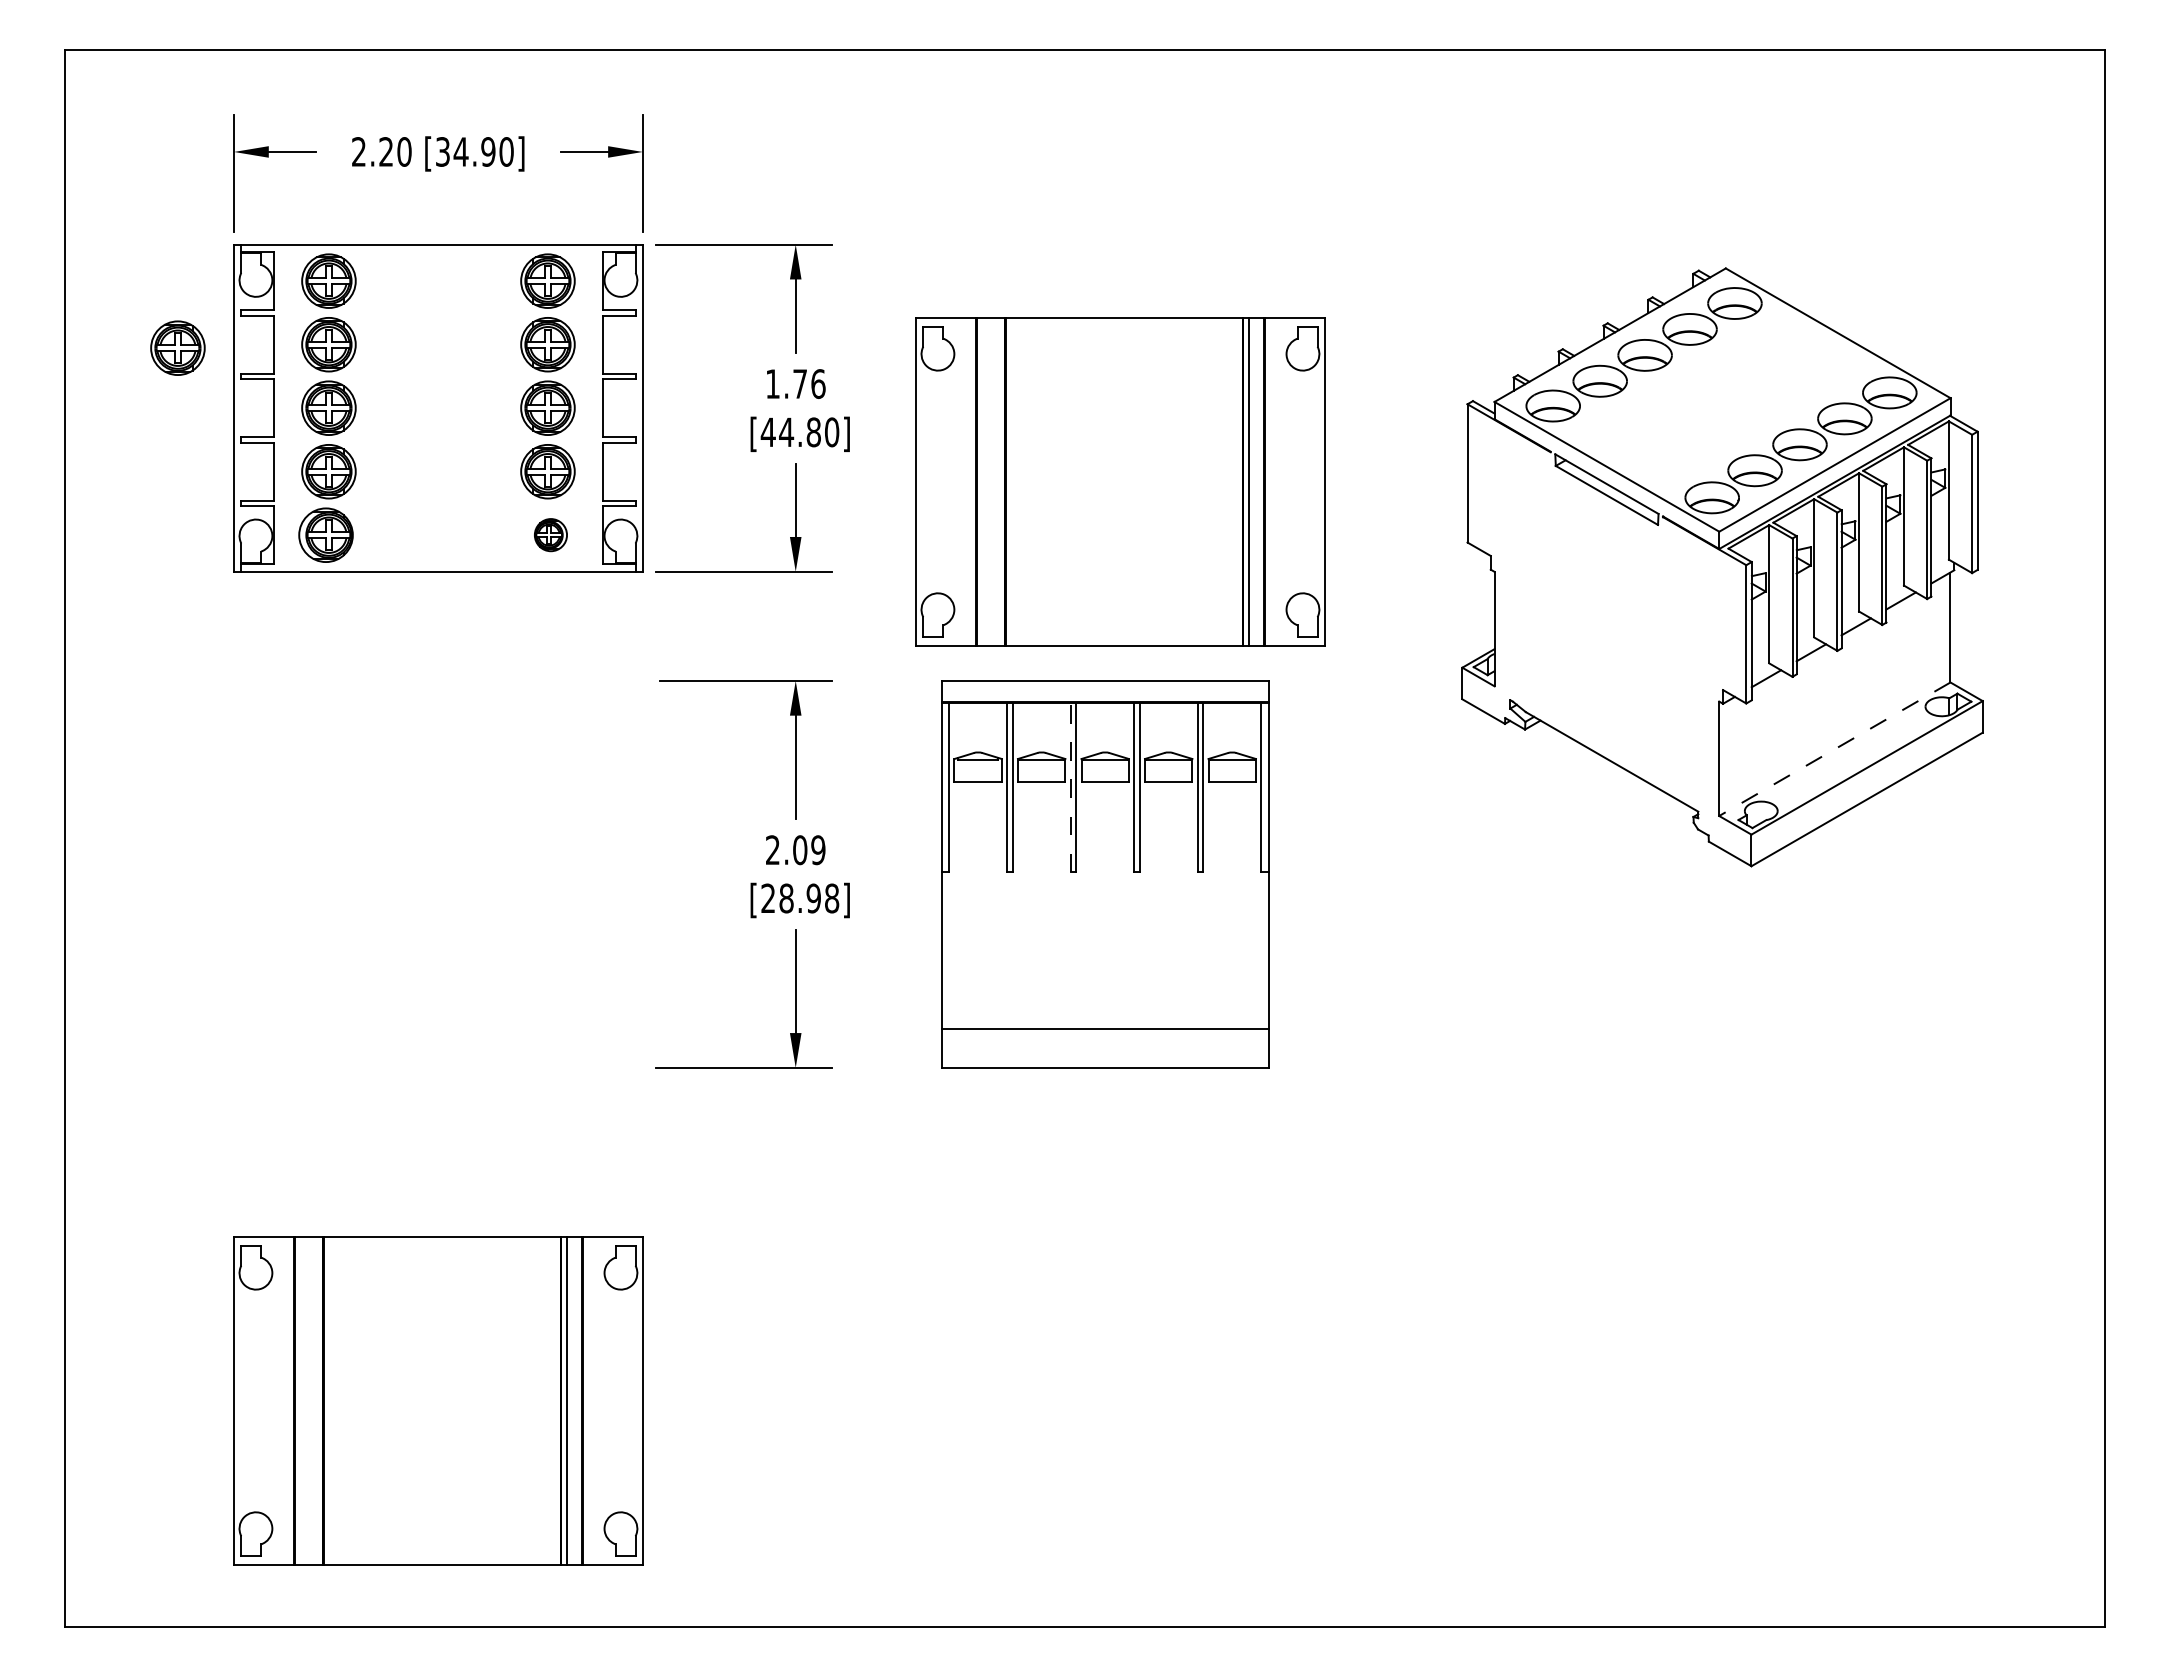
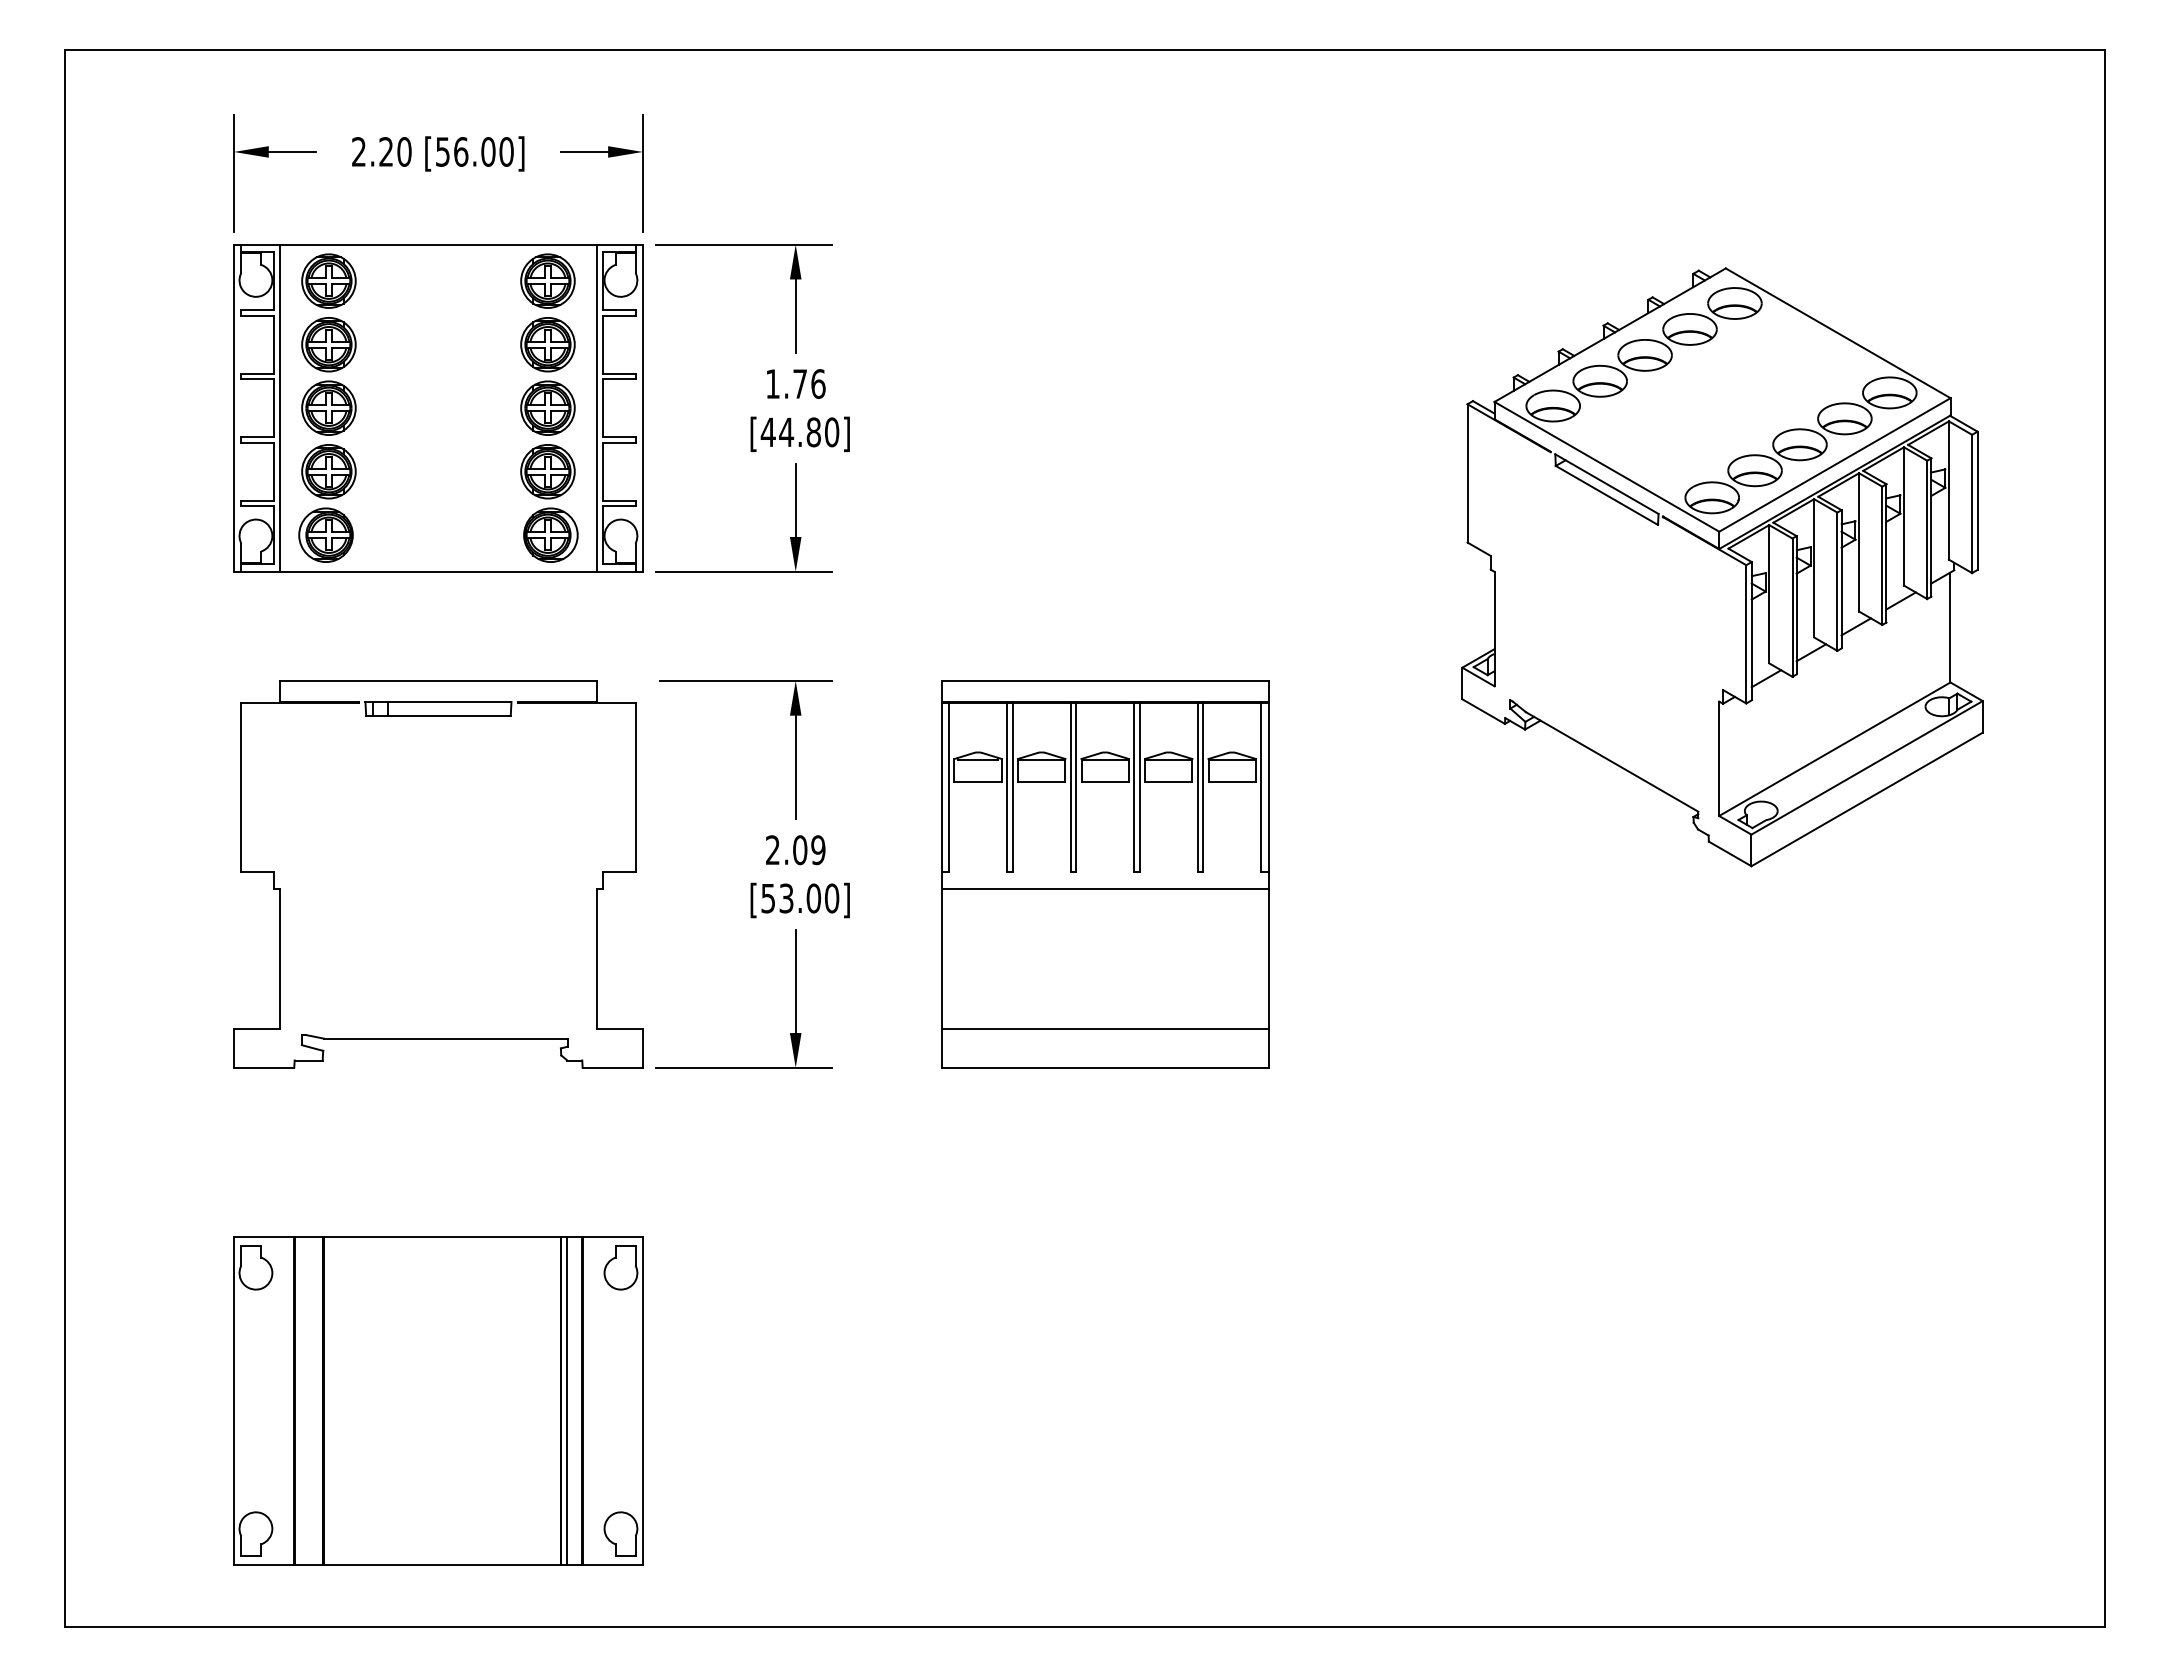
text at (465, 151): [34.90] -> [56.00]
part at (177, 347): present -> none
line at (279, 407): none -> present
line at (597, 407): none -> present
part at (1120, 481): present -> none
part at (550, 535) size: 34x35 px -> 56x56 px
line at (1834, 749): dashed -> solid
line at (1070, 787): dashed -> solid
part at (438, 874): none -> present
line at (1104, 888): none -> present
text at (800, 898): [28.98] -> [53.00]
